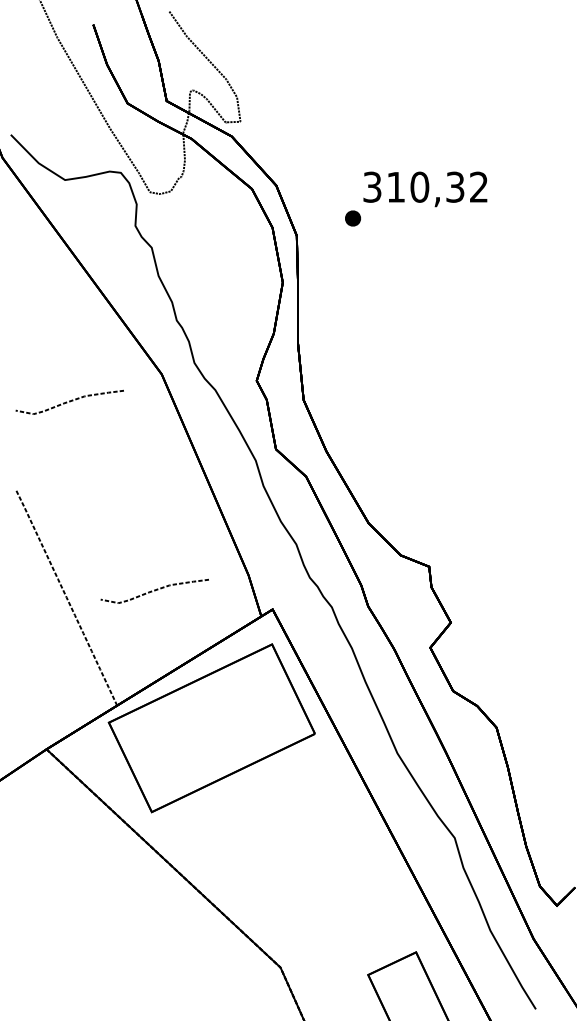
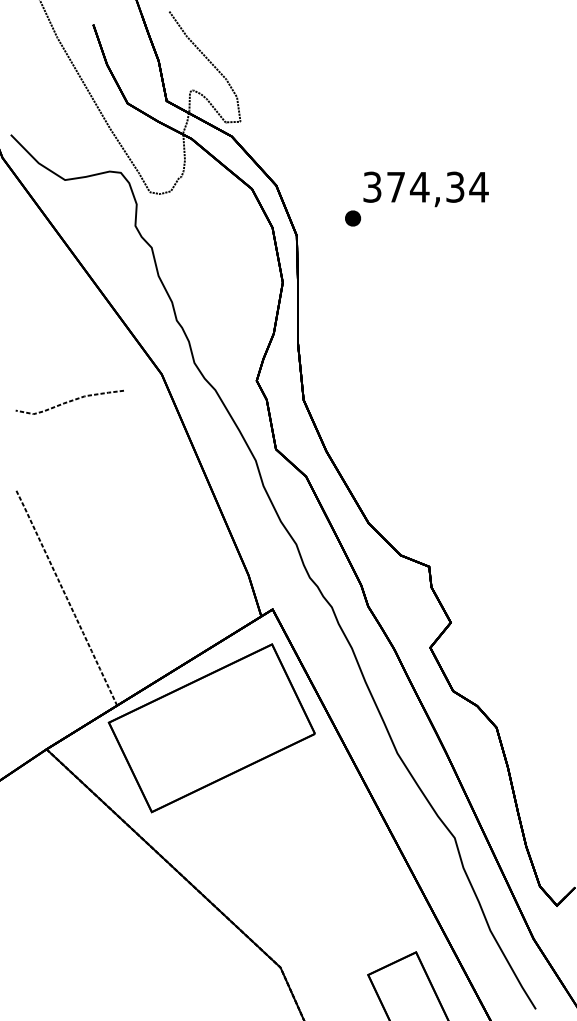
text at (437, 186): 310,32 -> 374,34
curve at (154, 590): present -> none
